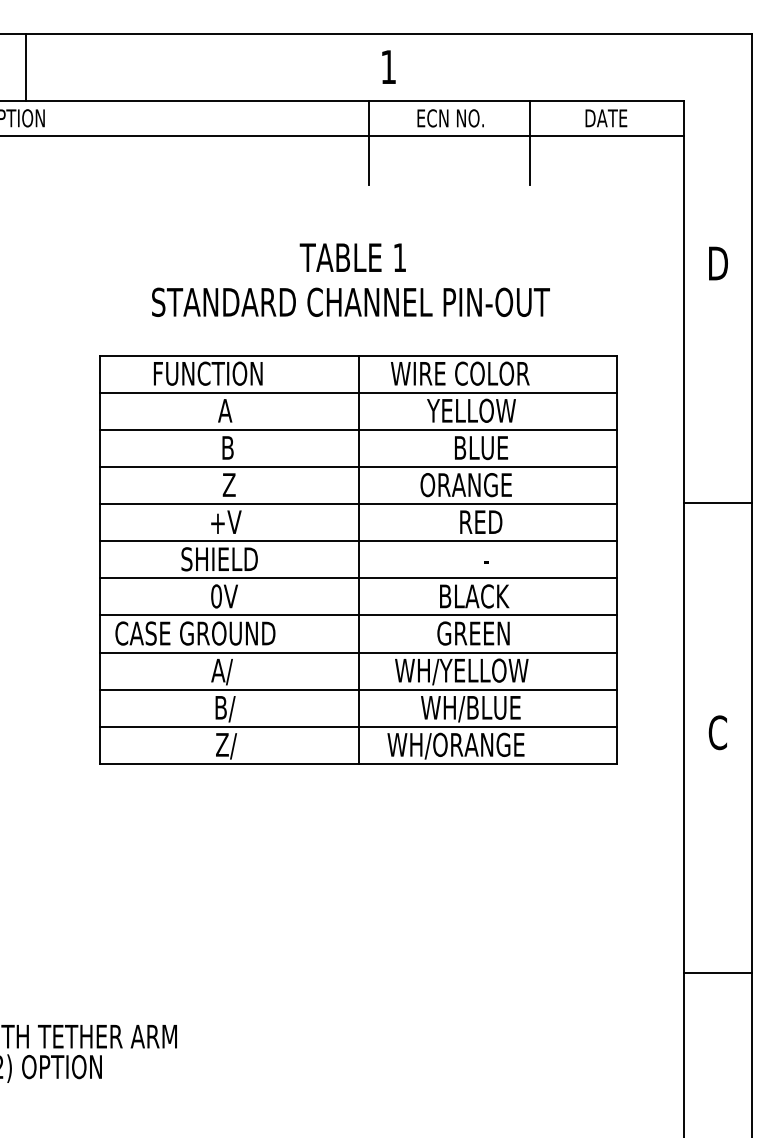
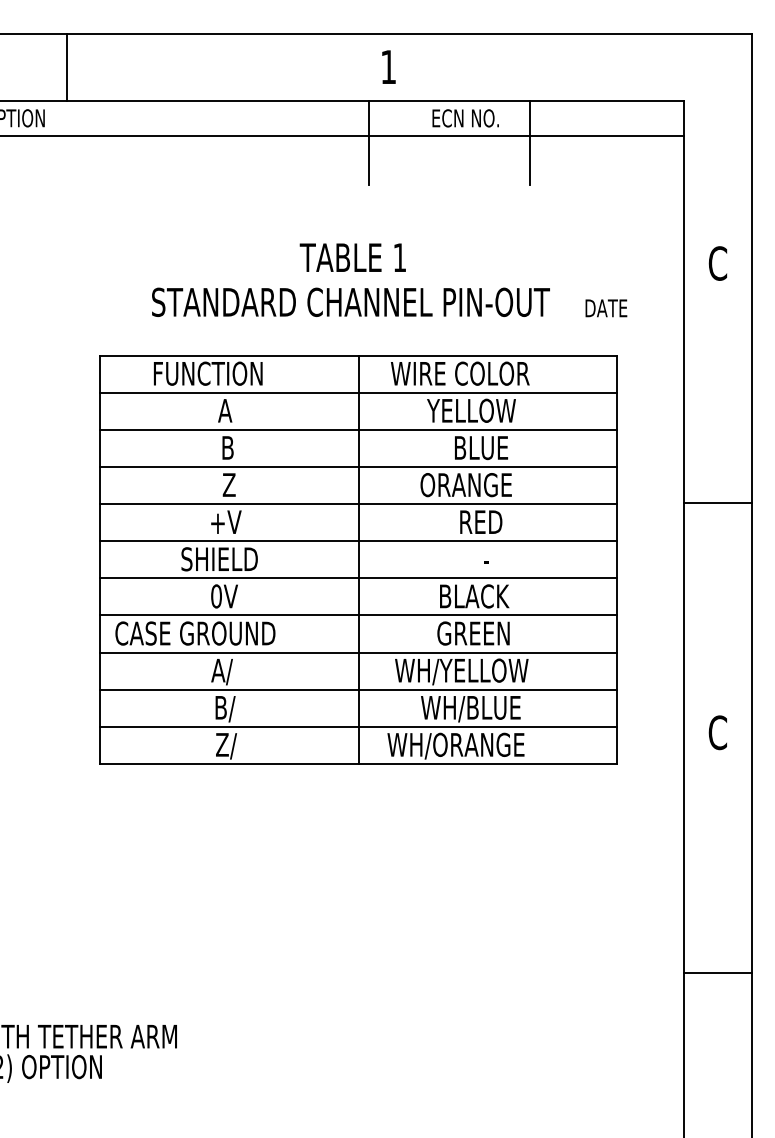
line at (26, 67) position: (26, 67) -> (67, 67)
text at (450, 118) position: (450, 118) -> (465, 118)
text at (606, 118) position: (606, 118) -> (606, 308)
text at (717, 263): D -> C
